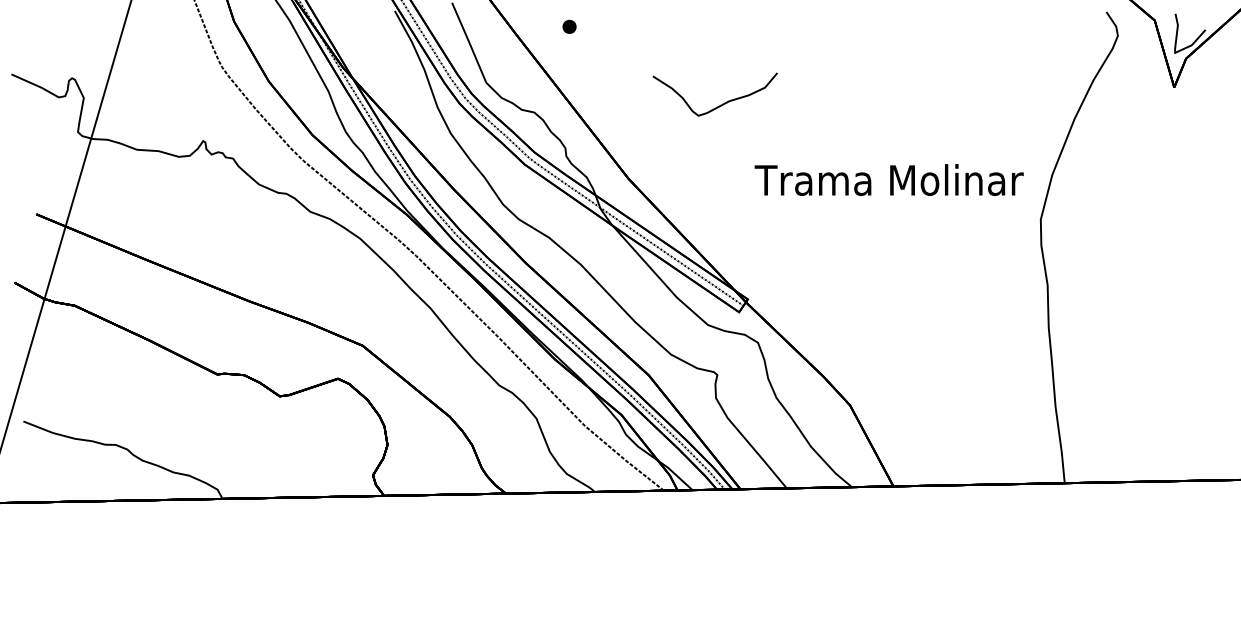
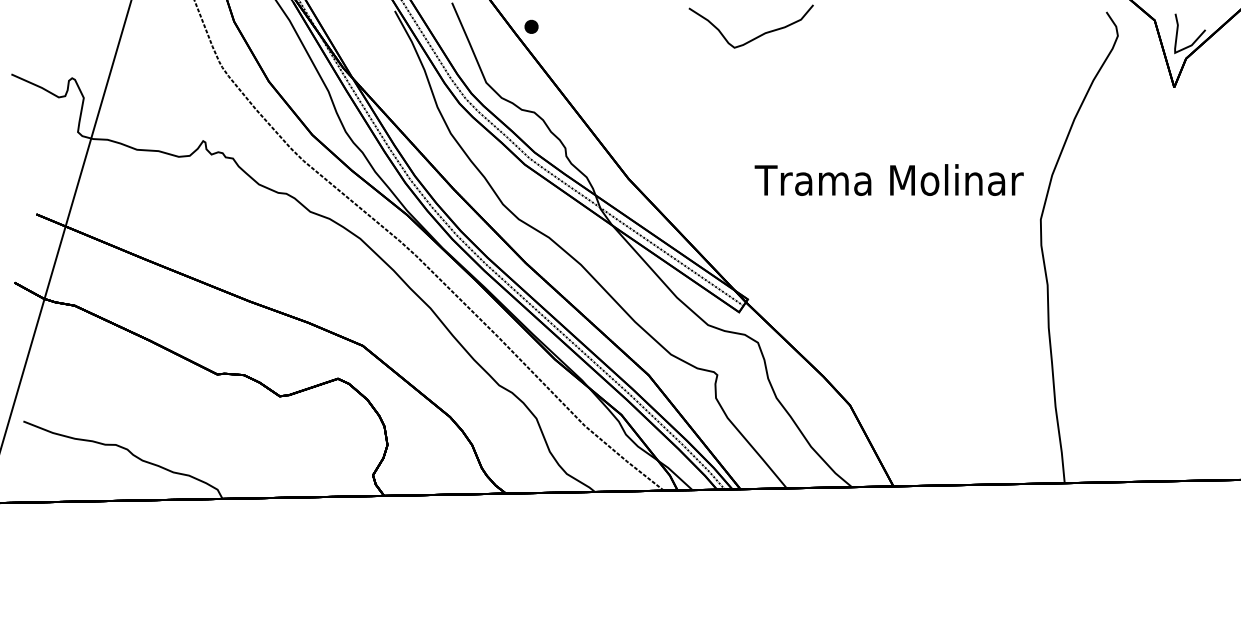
part at (569, 26) position: (569, 26) -> (531, 26)
curve at (720, 104) position: (720, 104) -> (756, 36)
